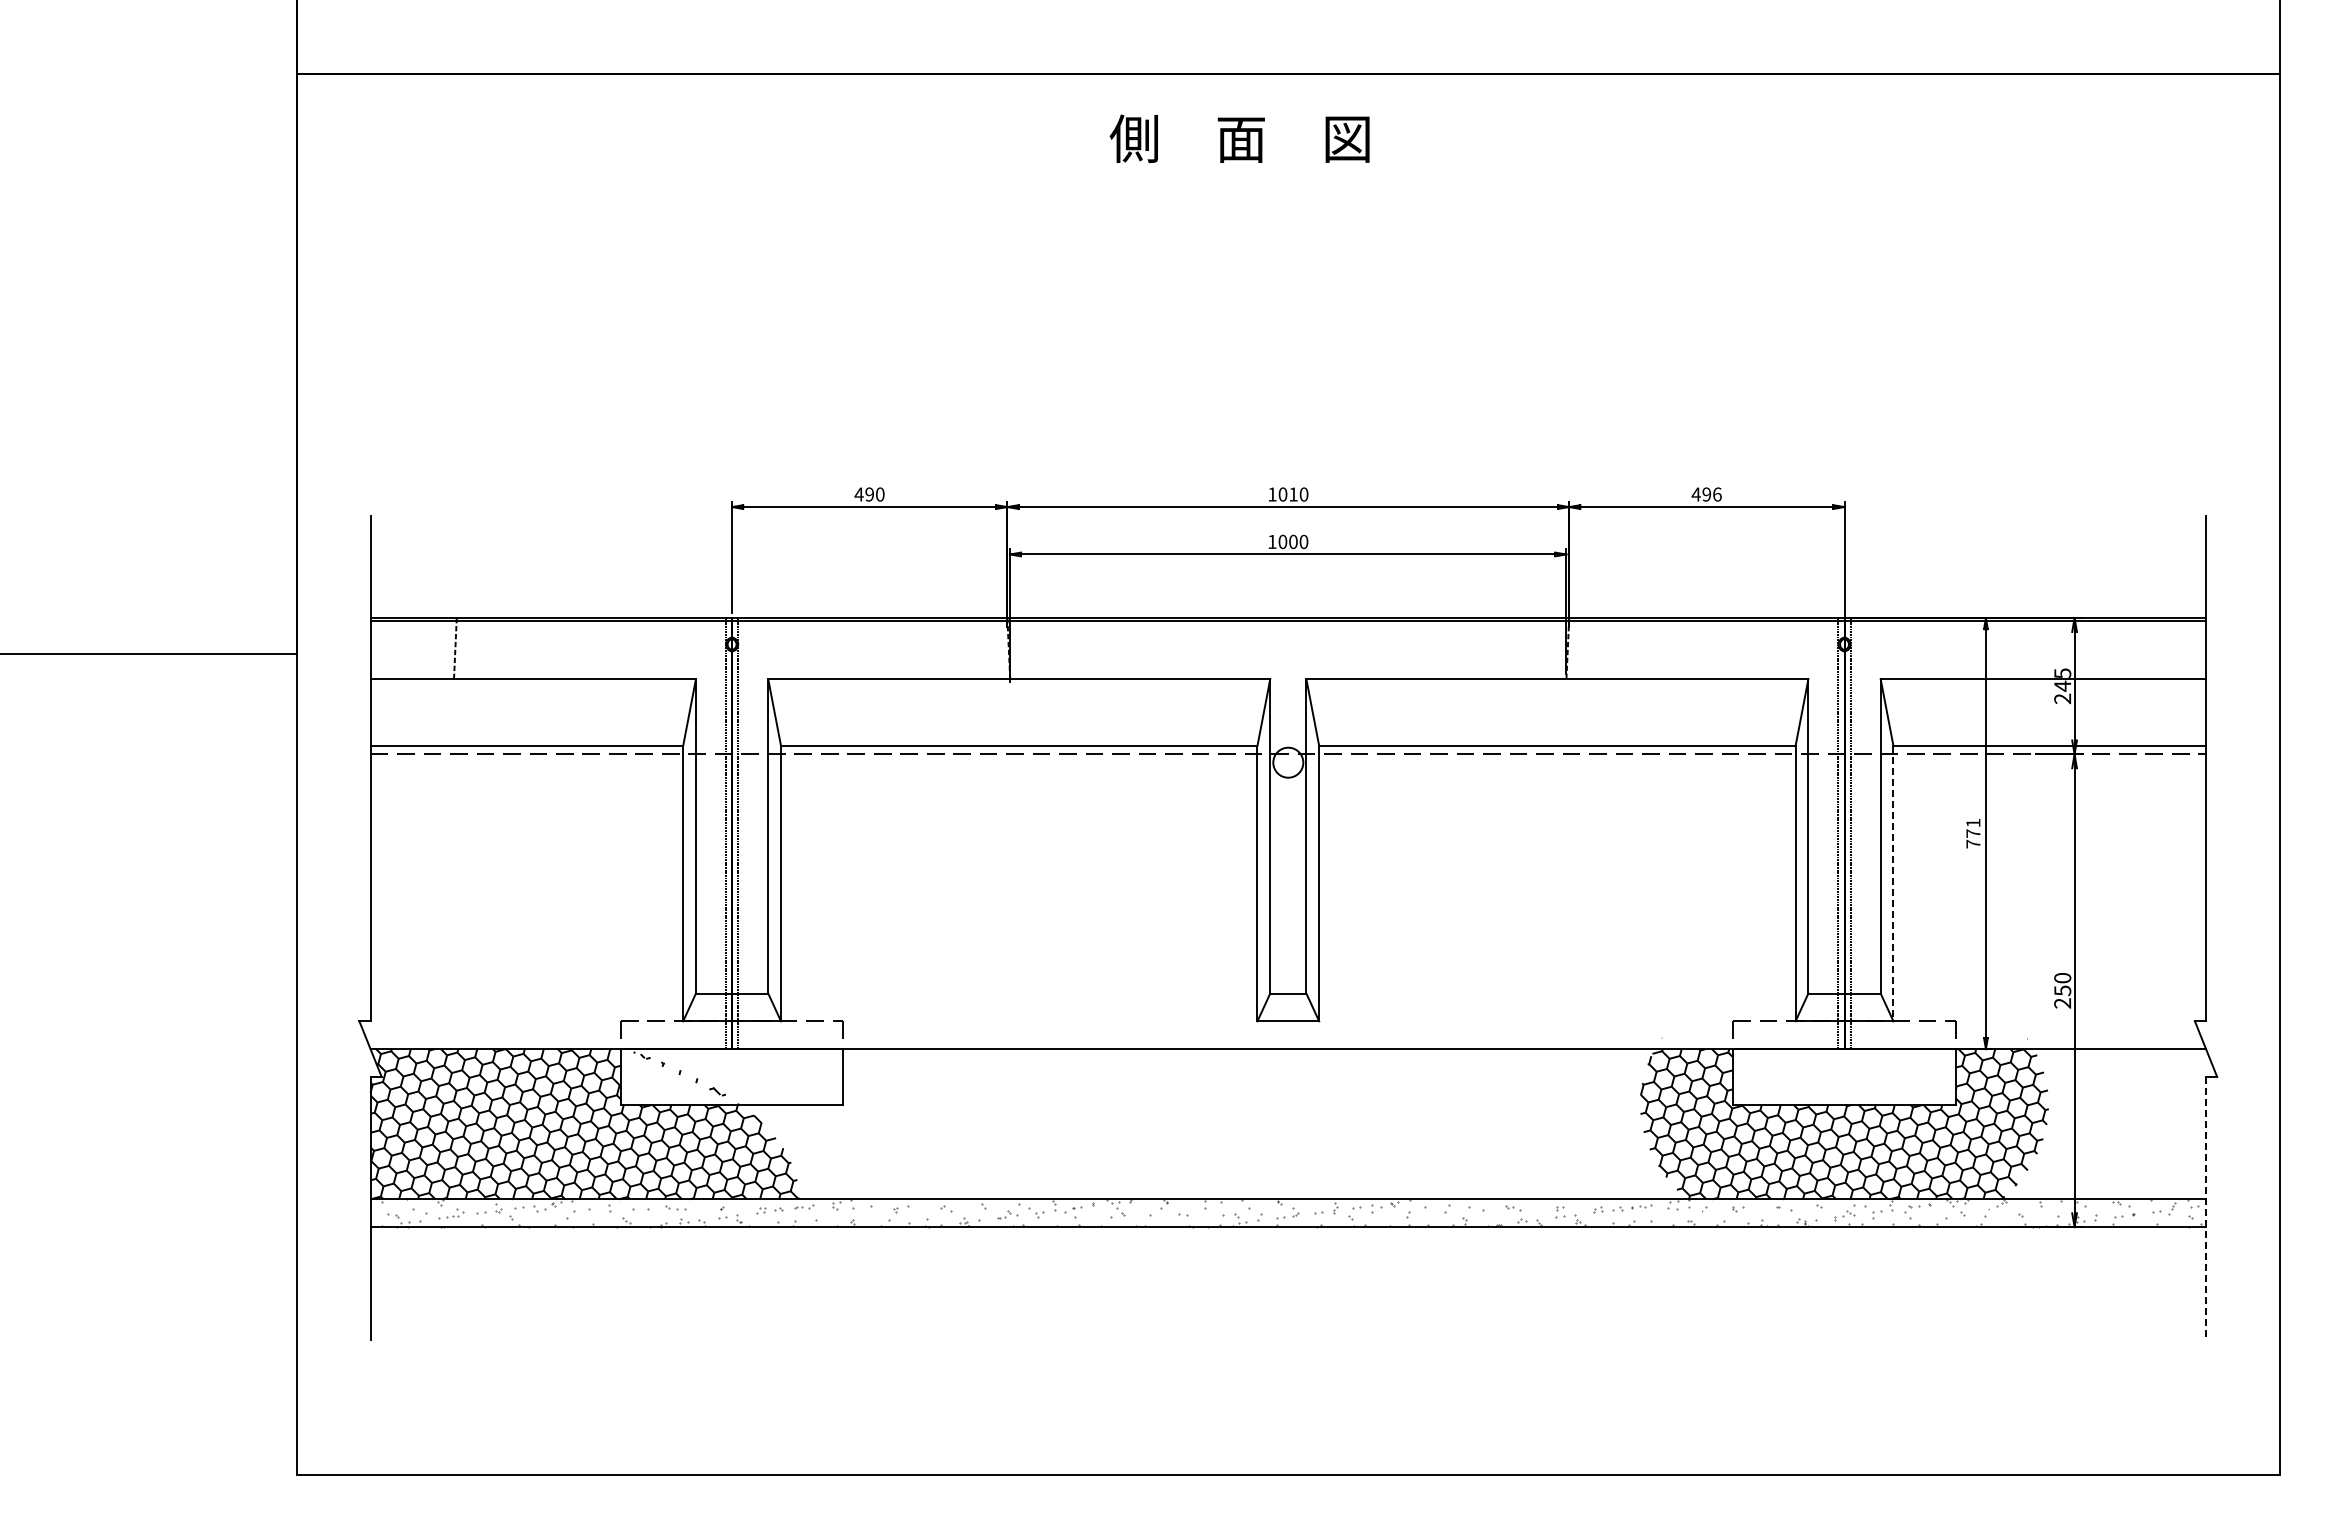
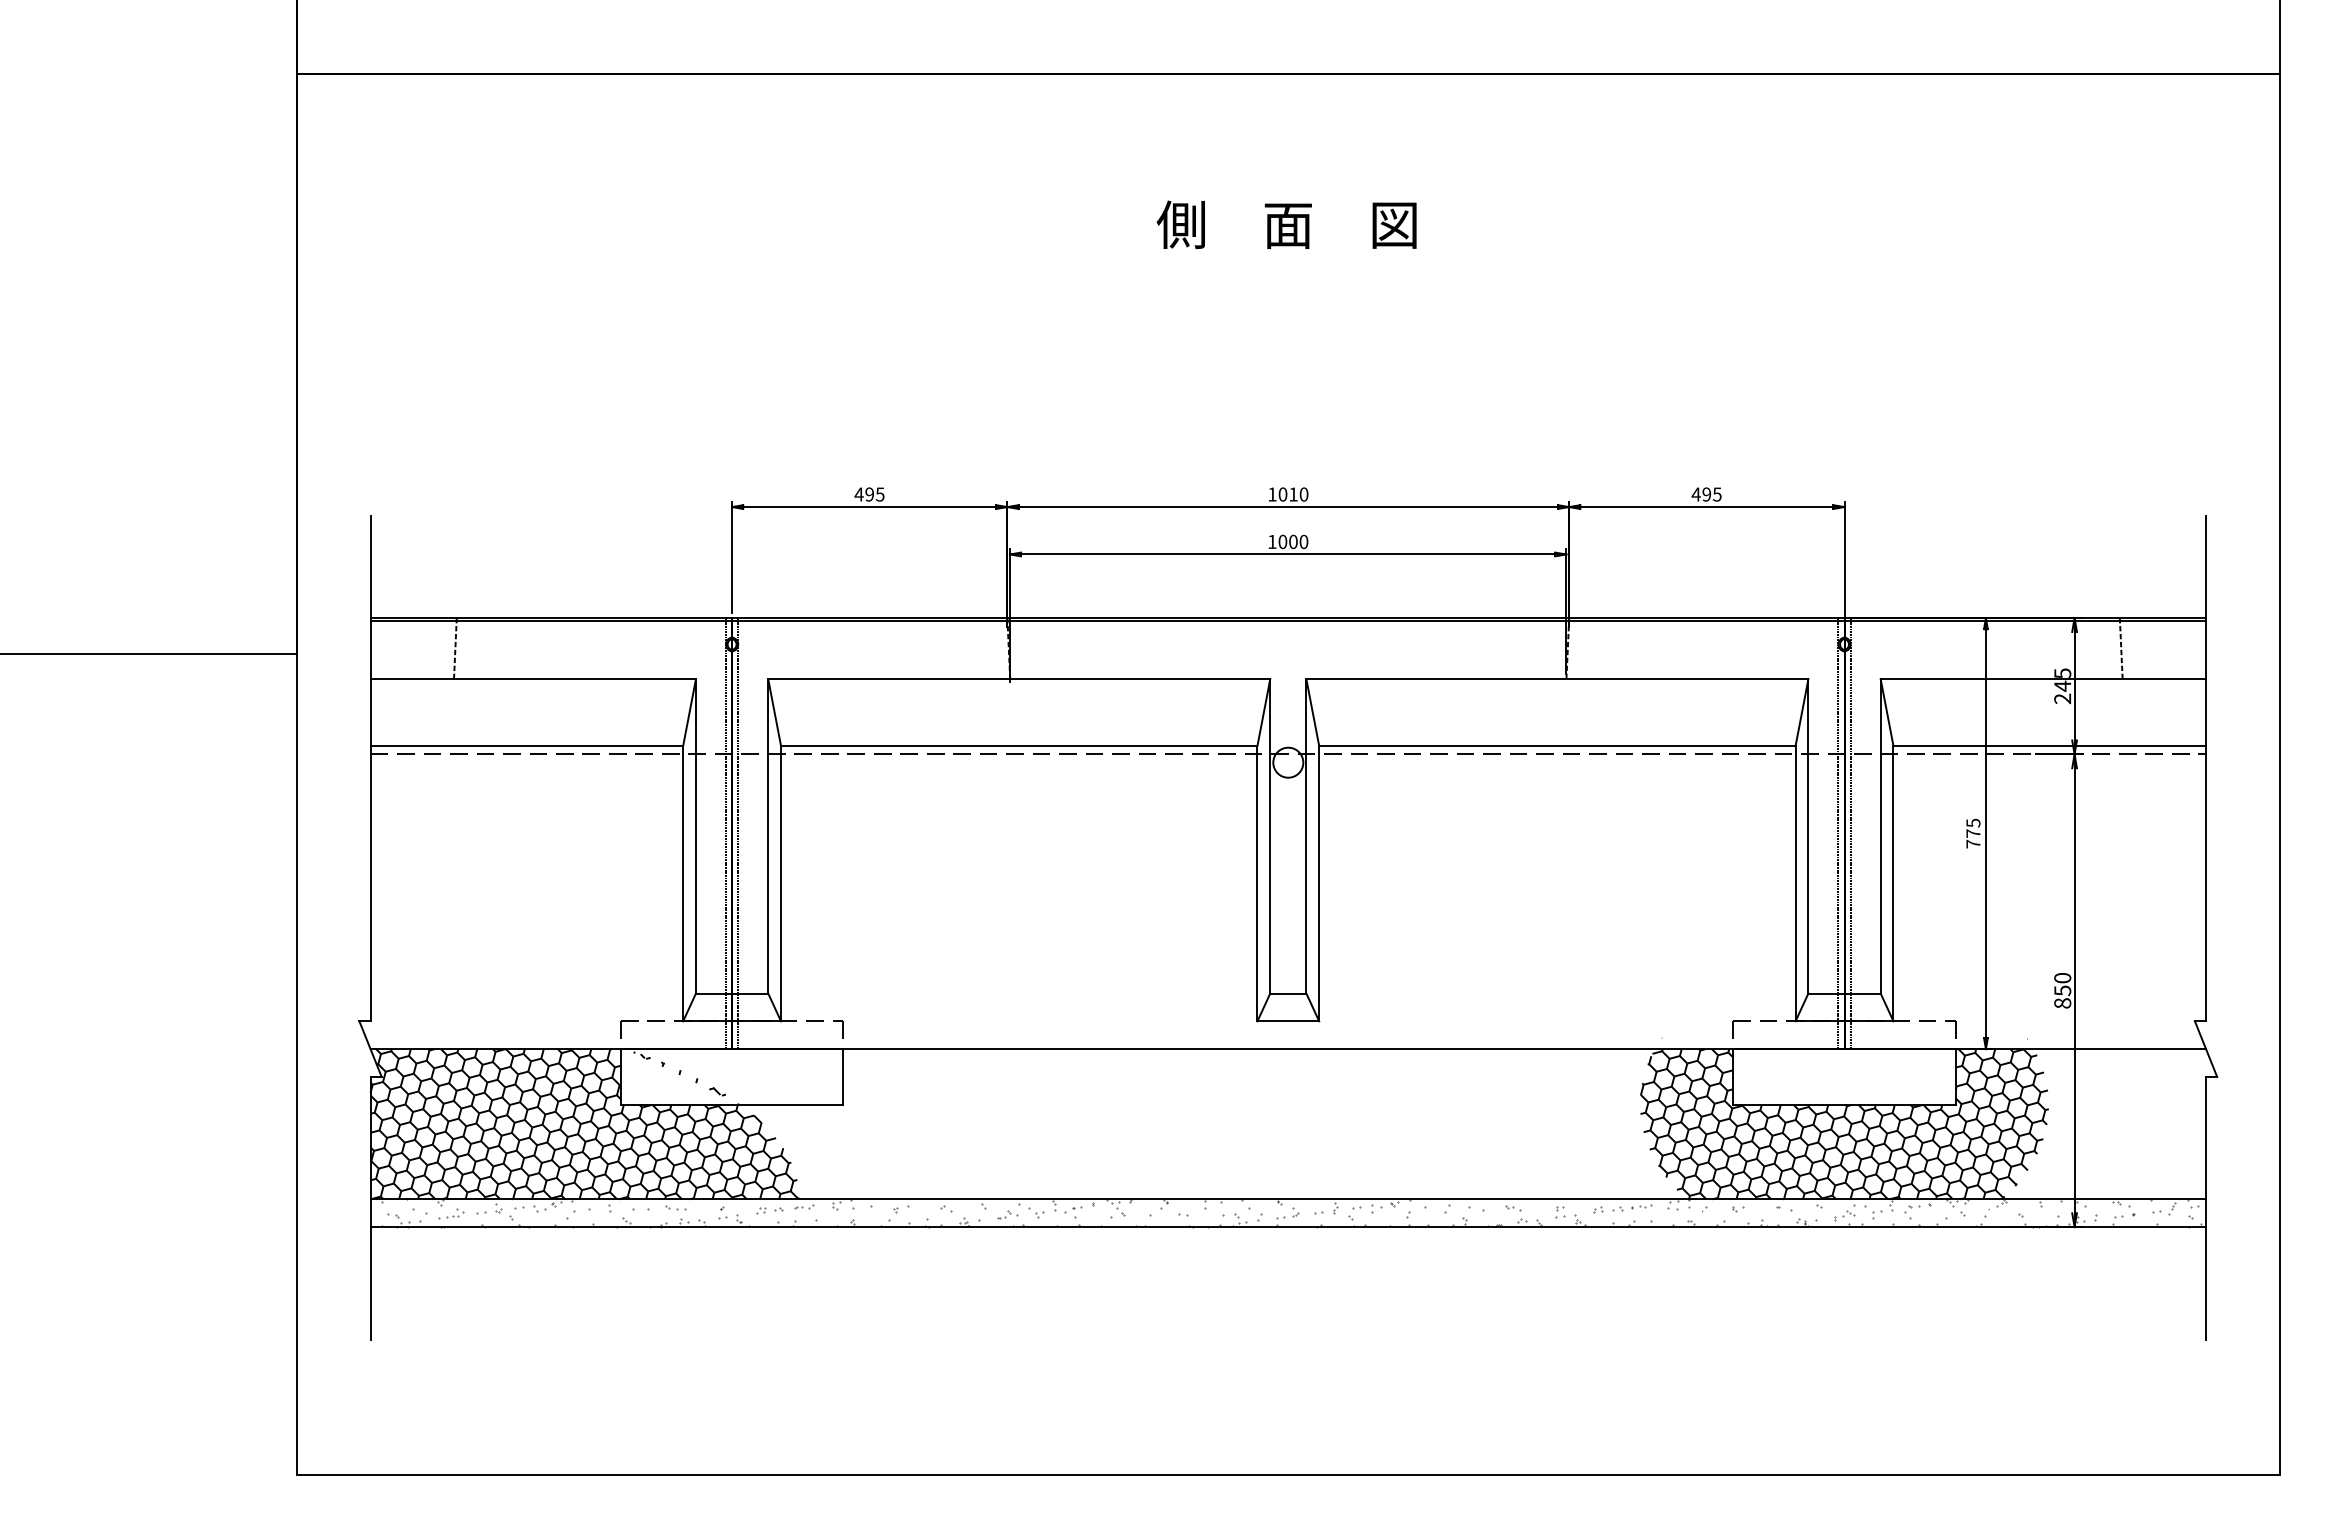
text at (1239, 138) position: (1239, 138) -> (1286, 224)
text at (879, 494): 490 -> 495
text at (1717, 494): 496 -> 495
line at (2120, 648): none -> present
text at (1973, 822): 771 -> 775
line at (1893, 883): dashed -> solid
text at (2062, 1003): 250 -> 850
line at (2206, 1208): dashed -> solid
